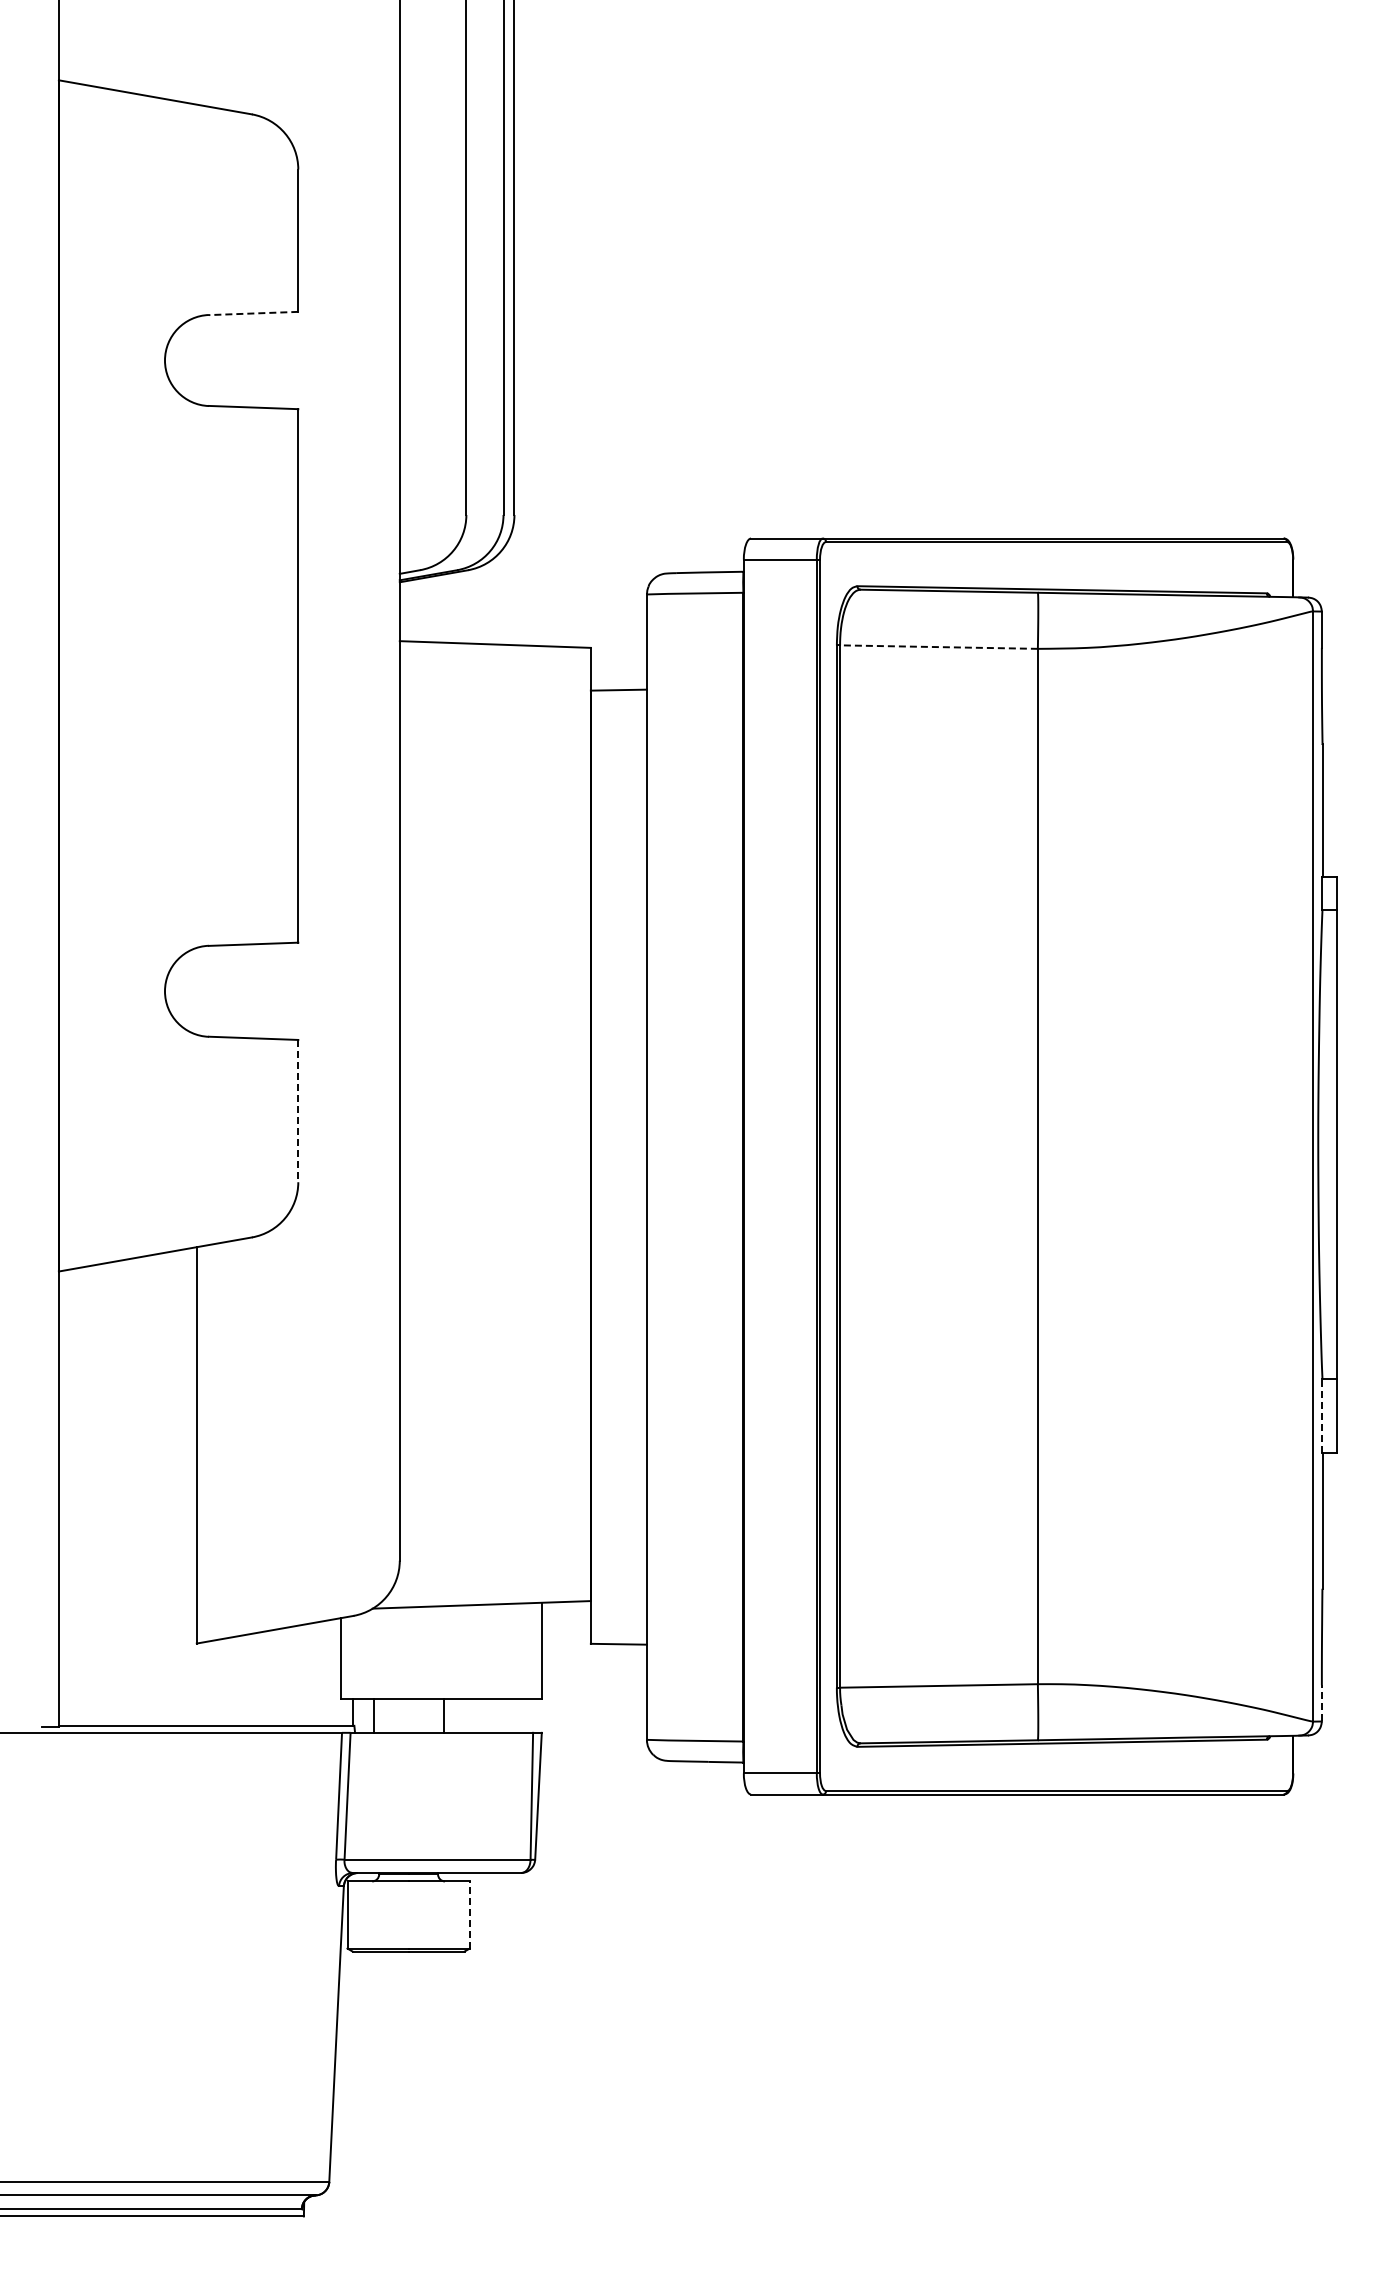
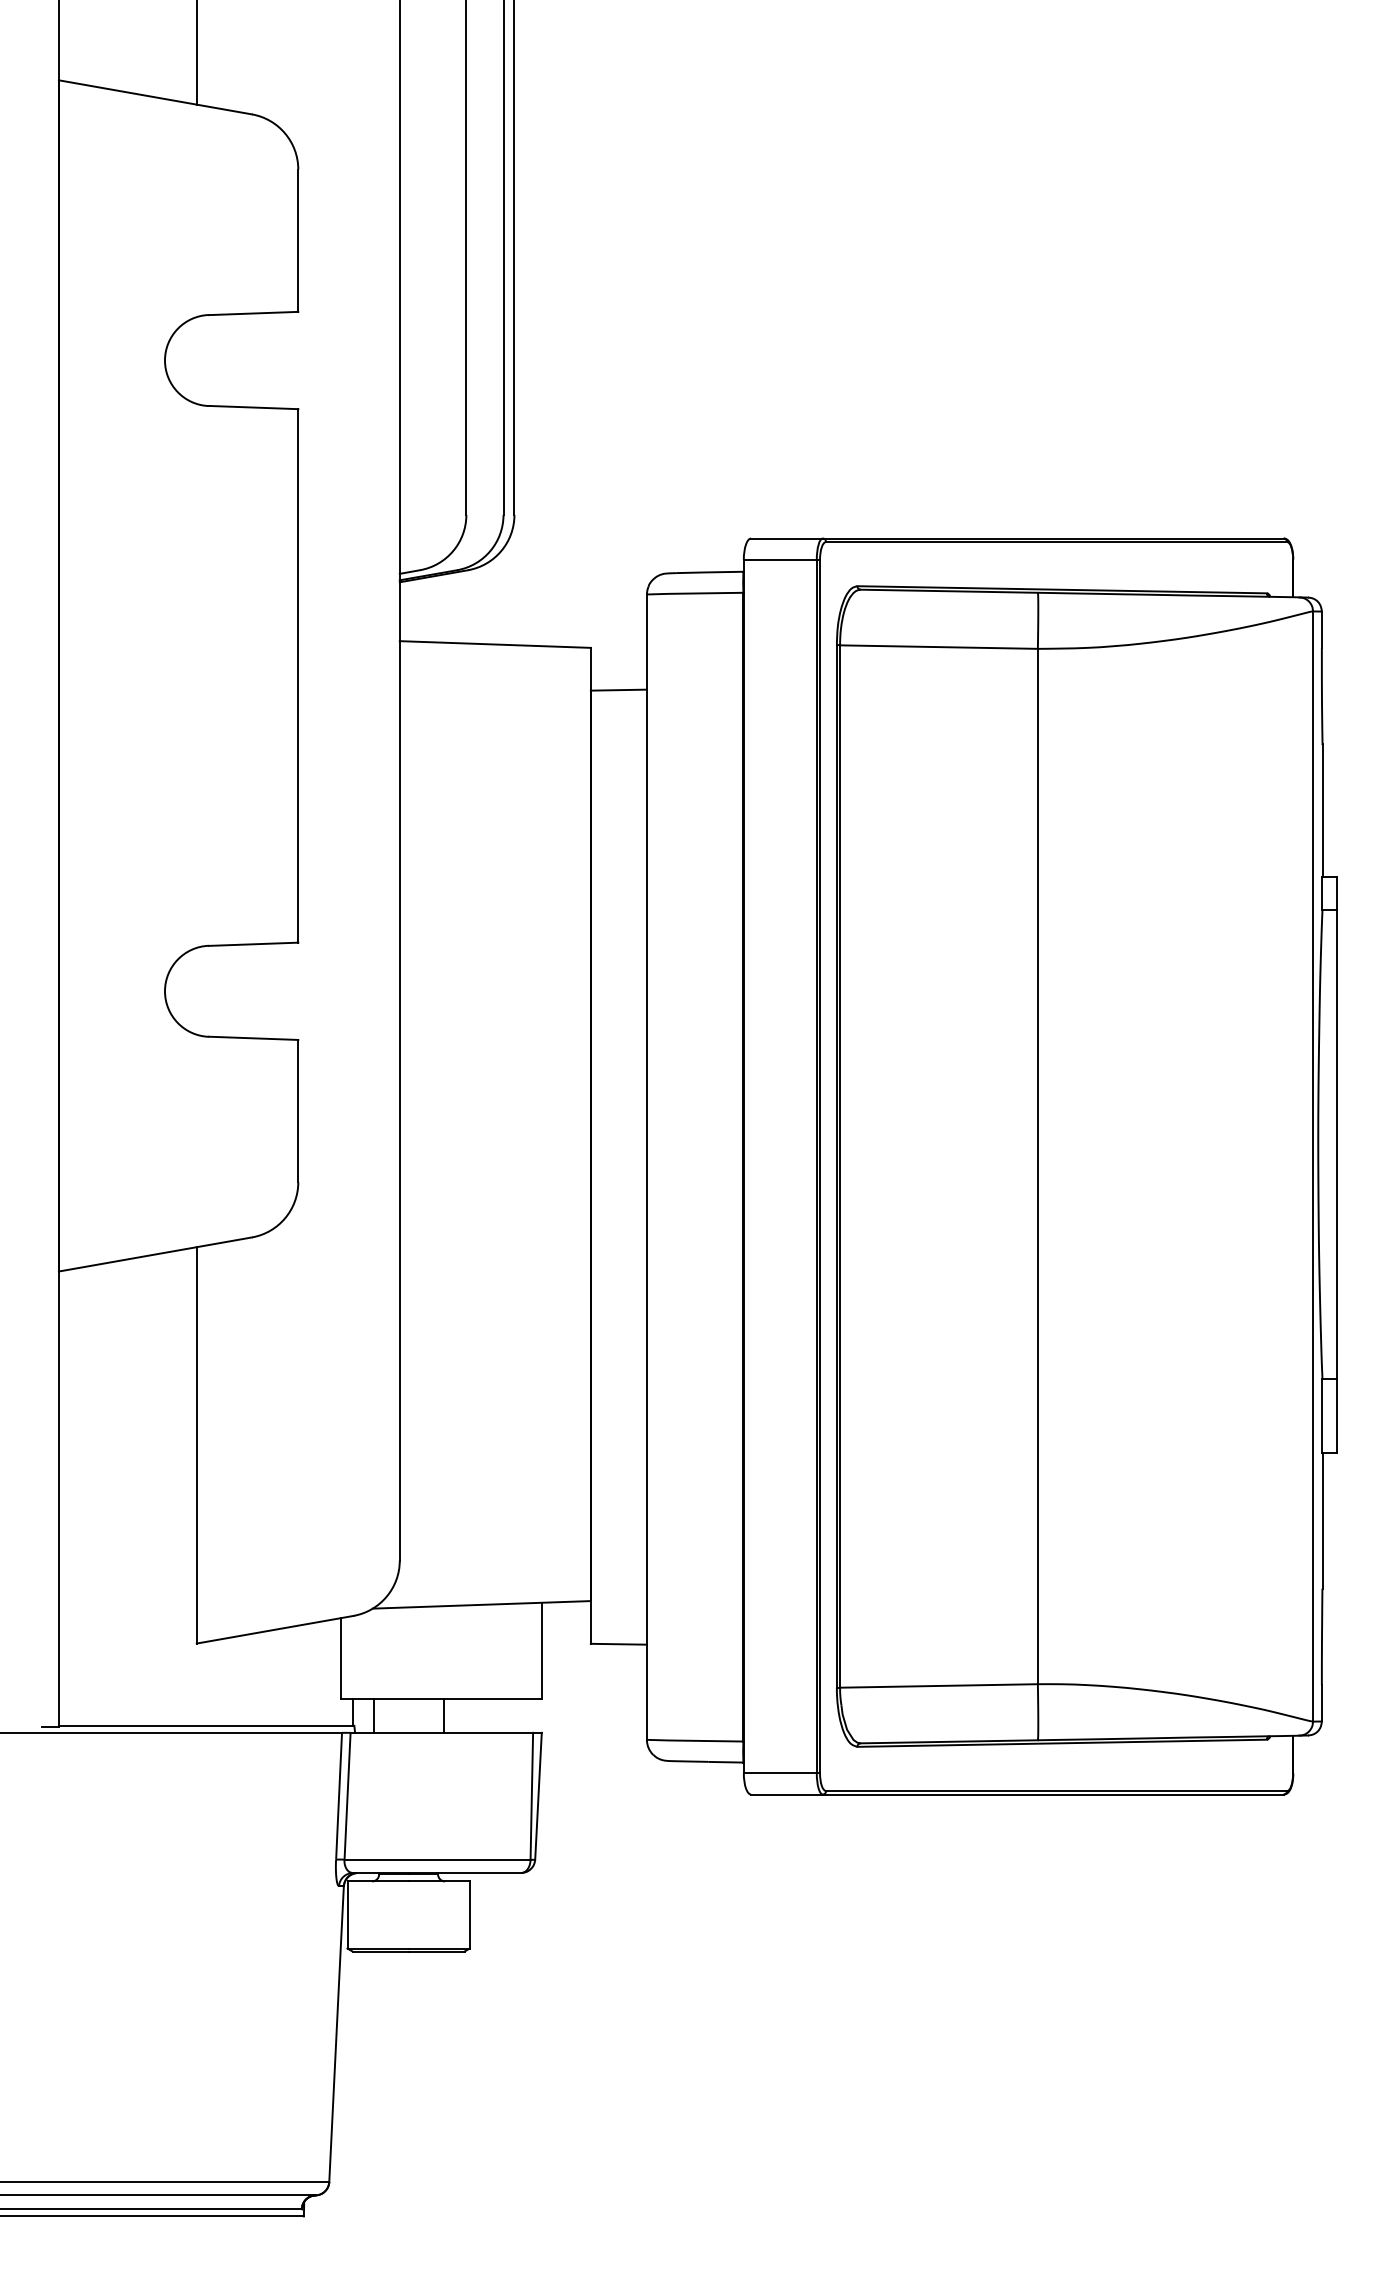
line at (196, 53): none -> present
line at (253, 313): dashed -> solid
line at (938, 647): dashed -> solid
line at (298, 1111): dashed -> solid
line at (1322, 1416): dashed -> solid
line at (1321, 1702): dashed -> solid
line at (469, 1915): dashed -> solid
